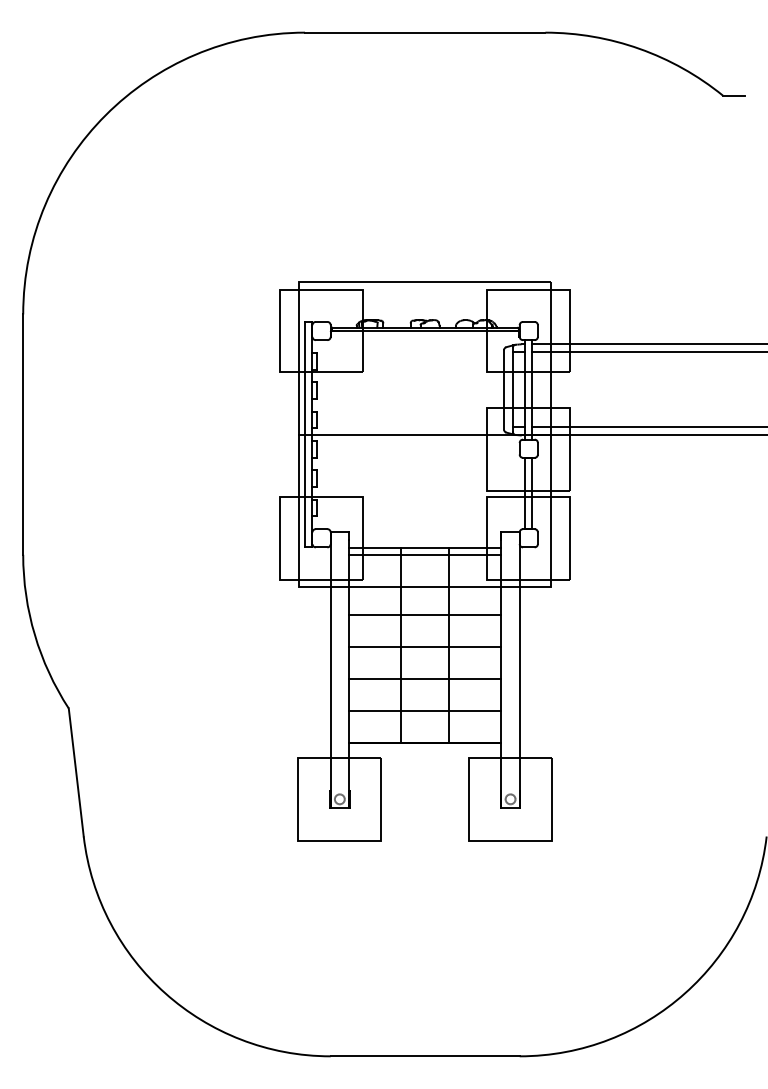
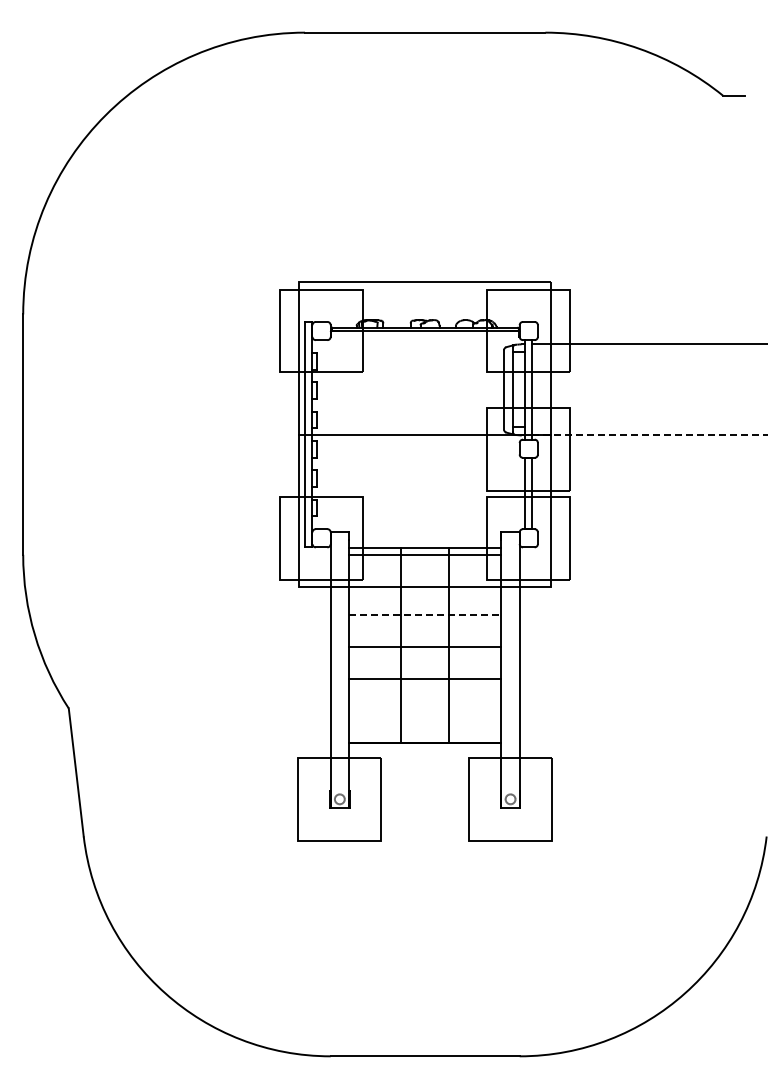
line at (648, 352): present -> none
line at (648, 427): present -> none
line at (649, 435): solid -> dashed
line at (425, 615): solid -> dashed
line at (424, 711): present -> none
